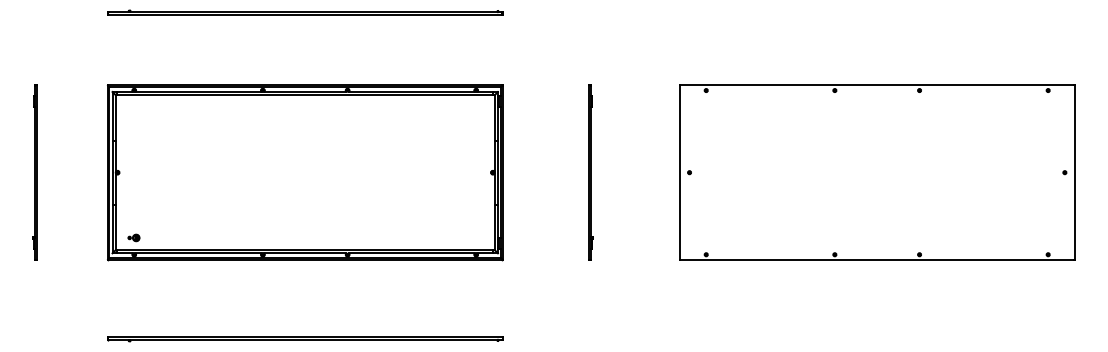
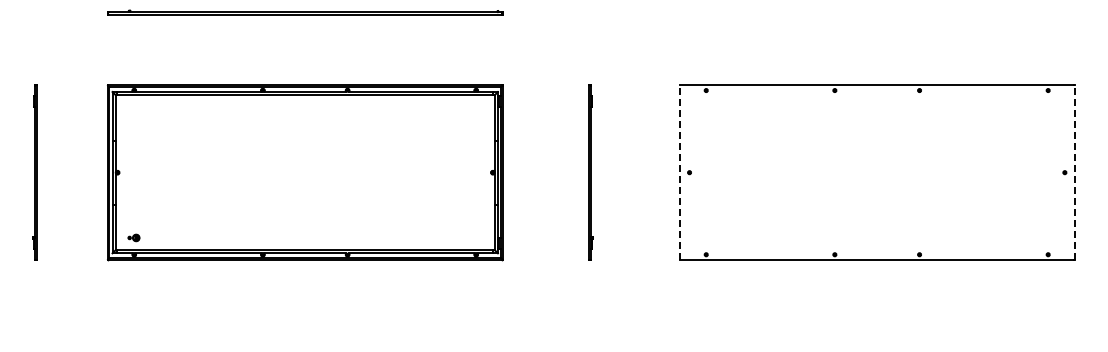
line at (679, 172): solid -> dashed
line at (1074, 172): solid -> dashed
part at (305, 339): present -> none
